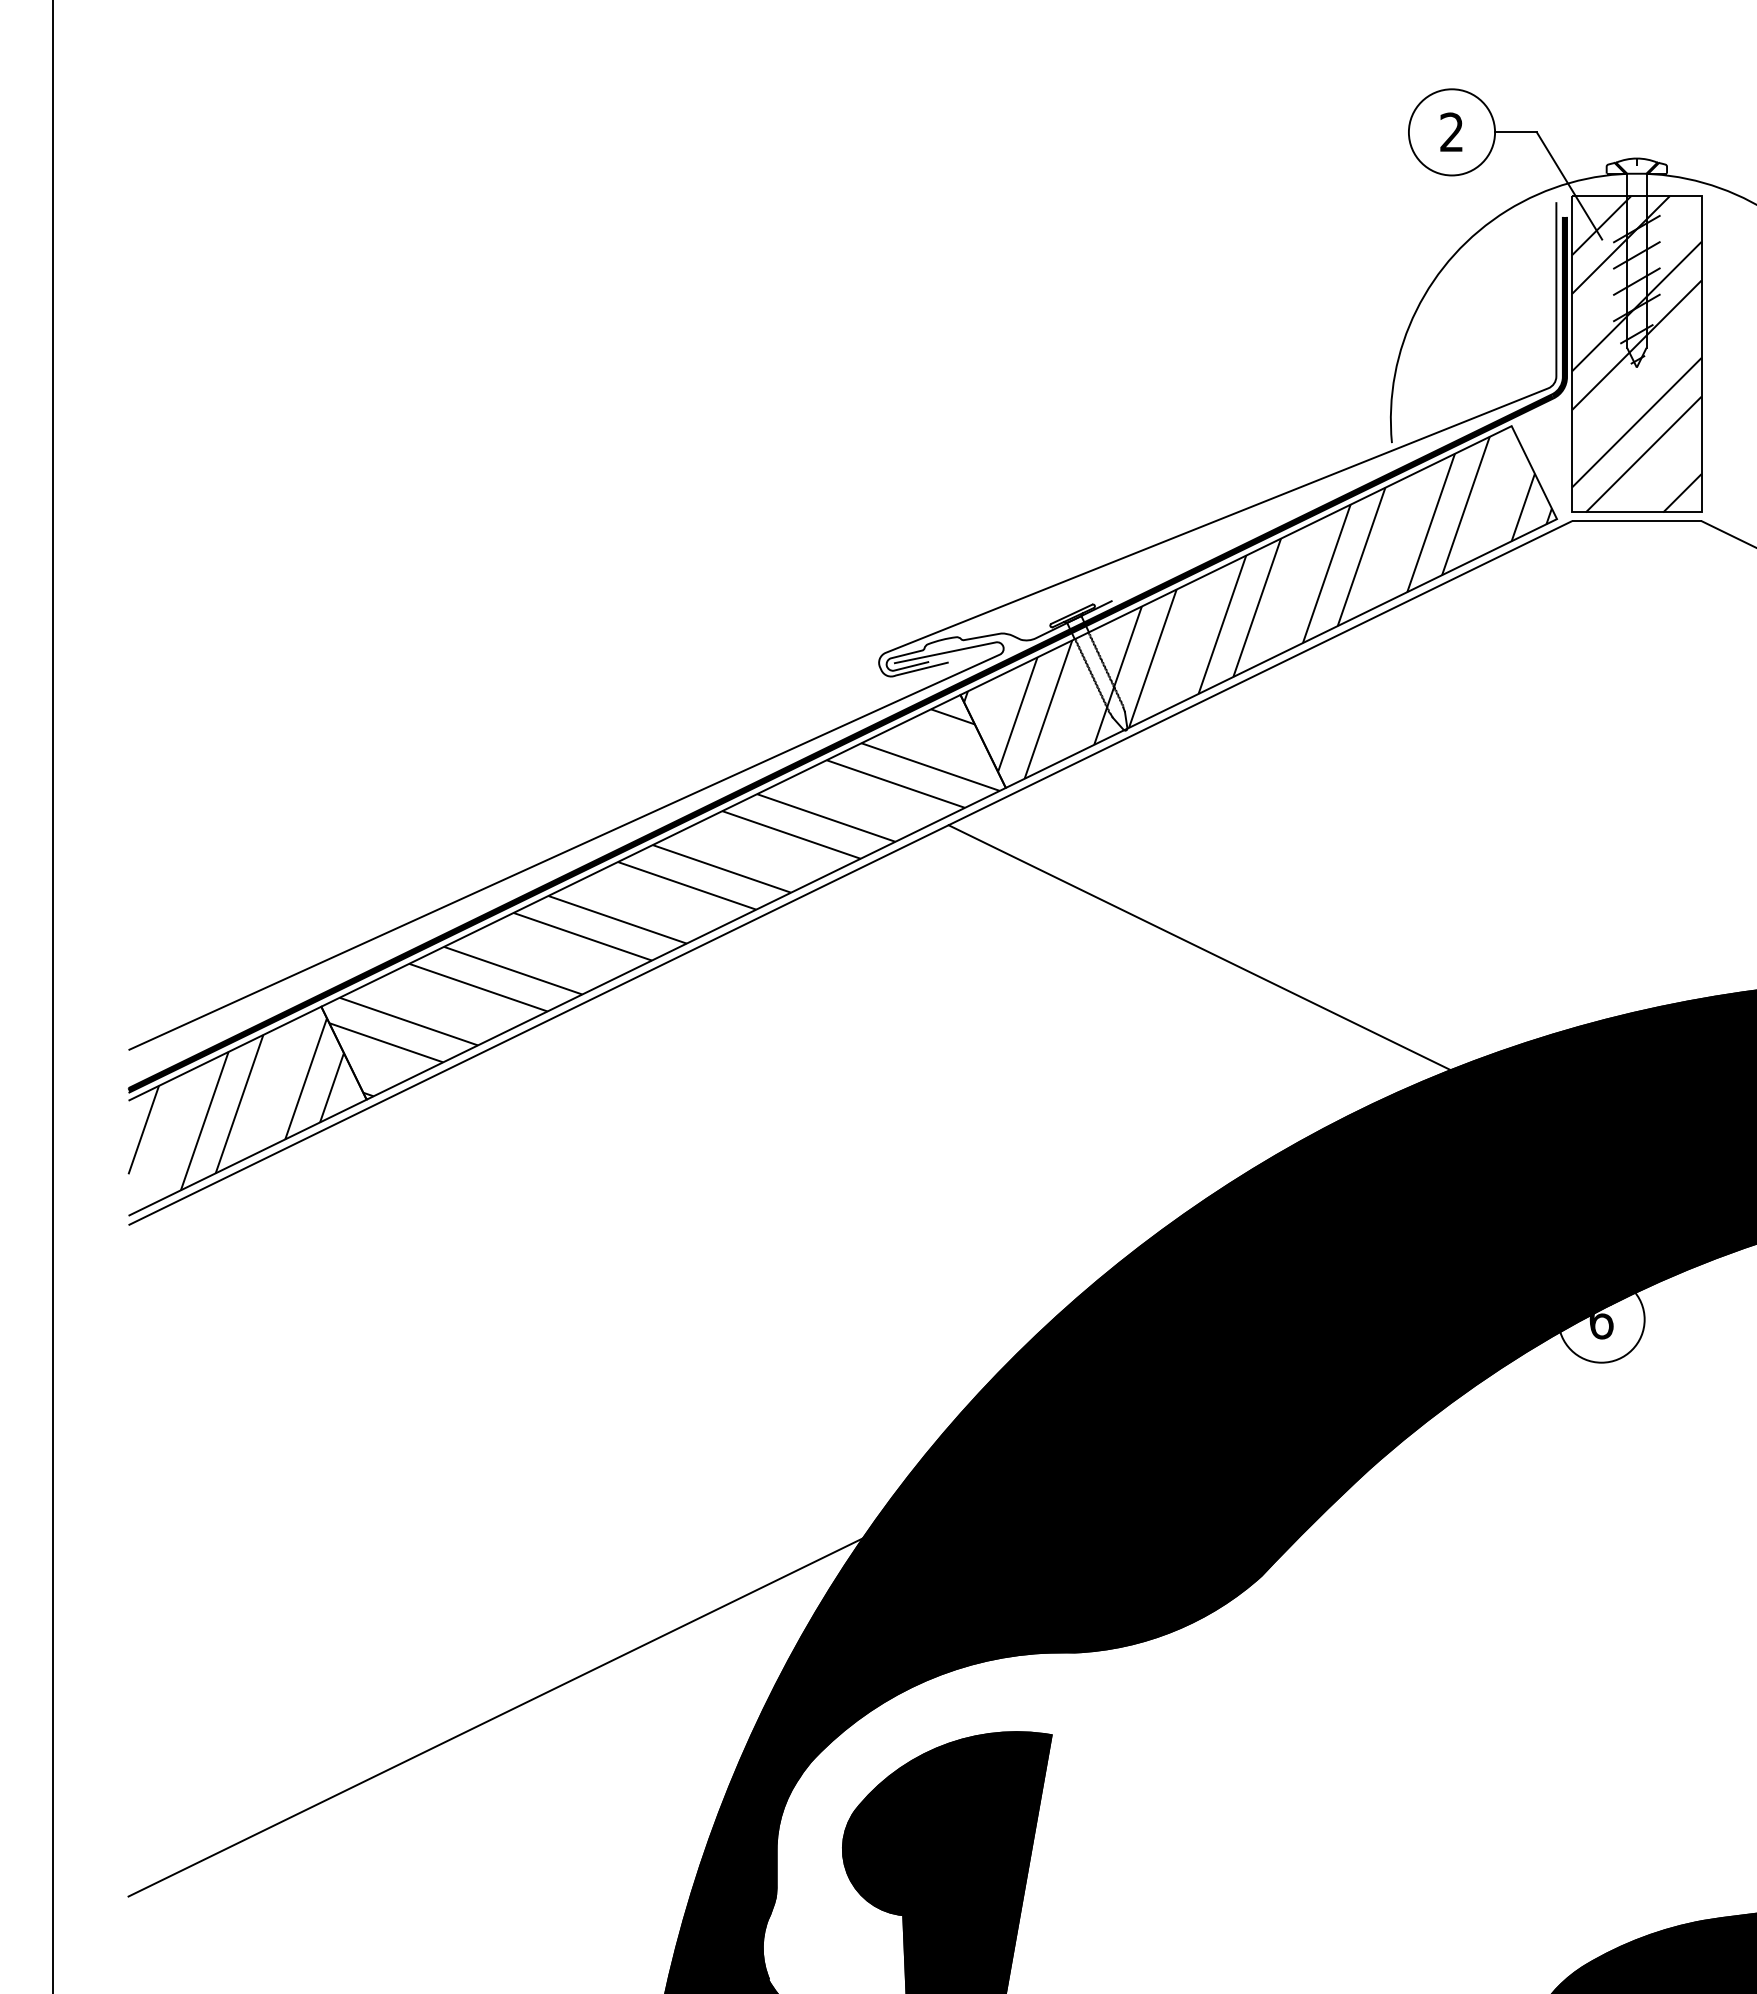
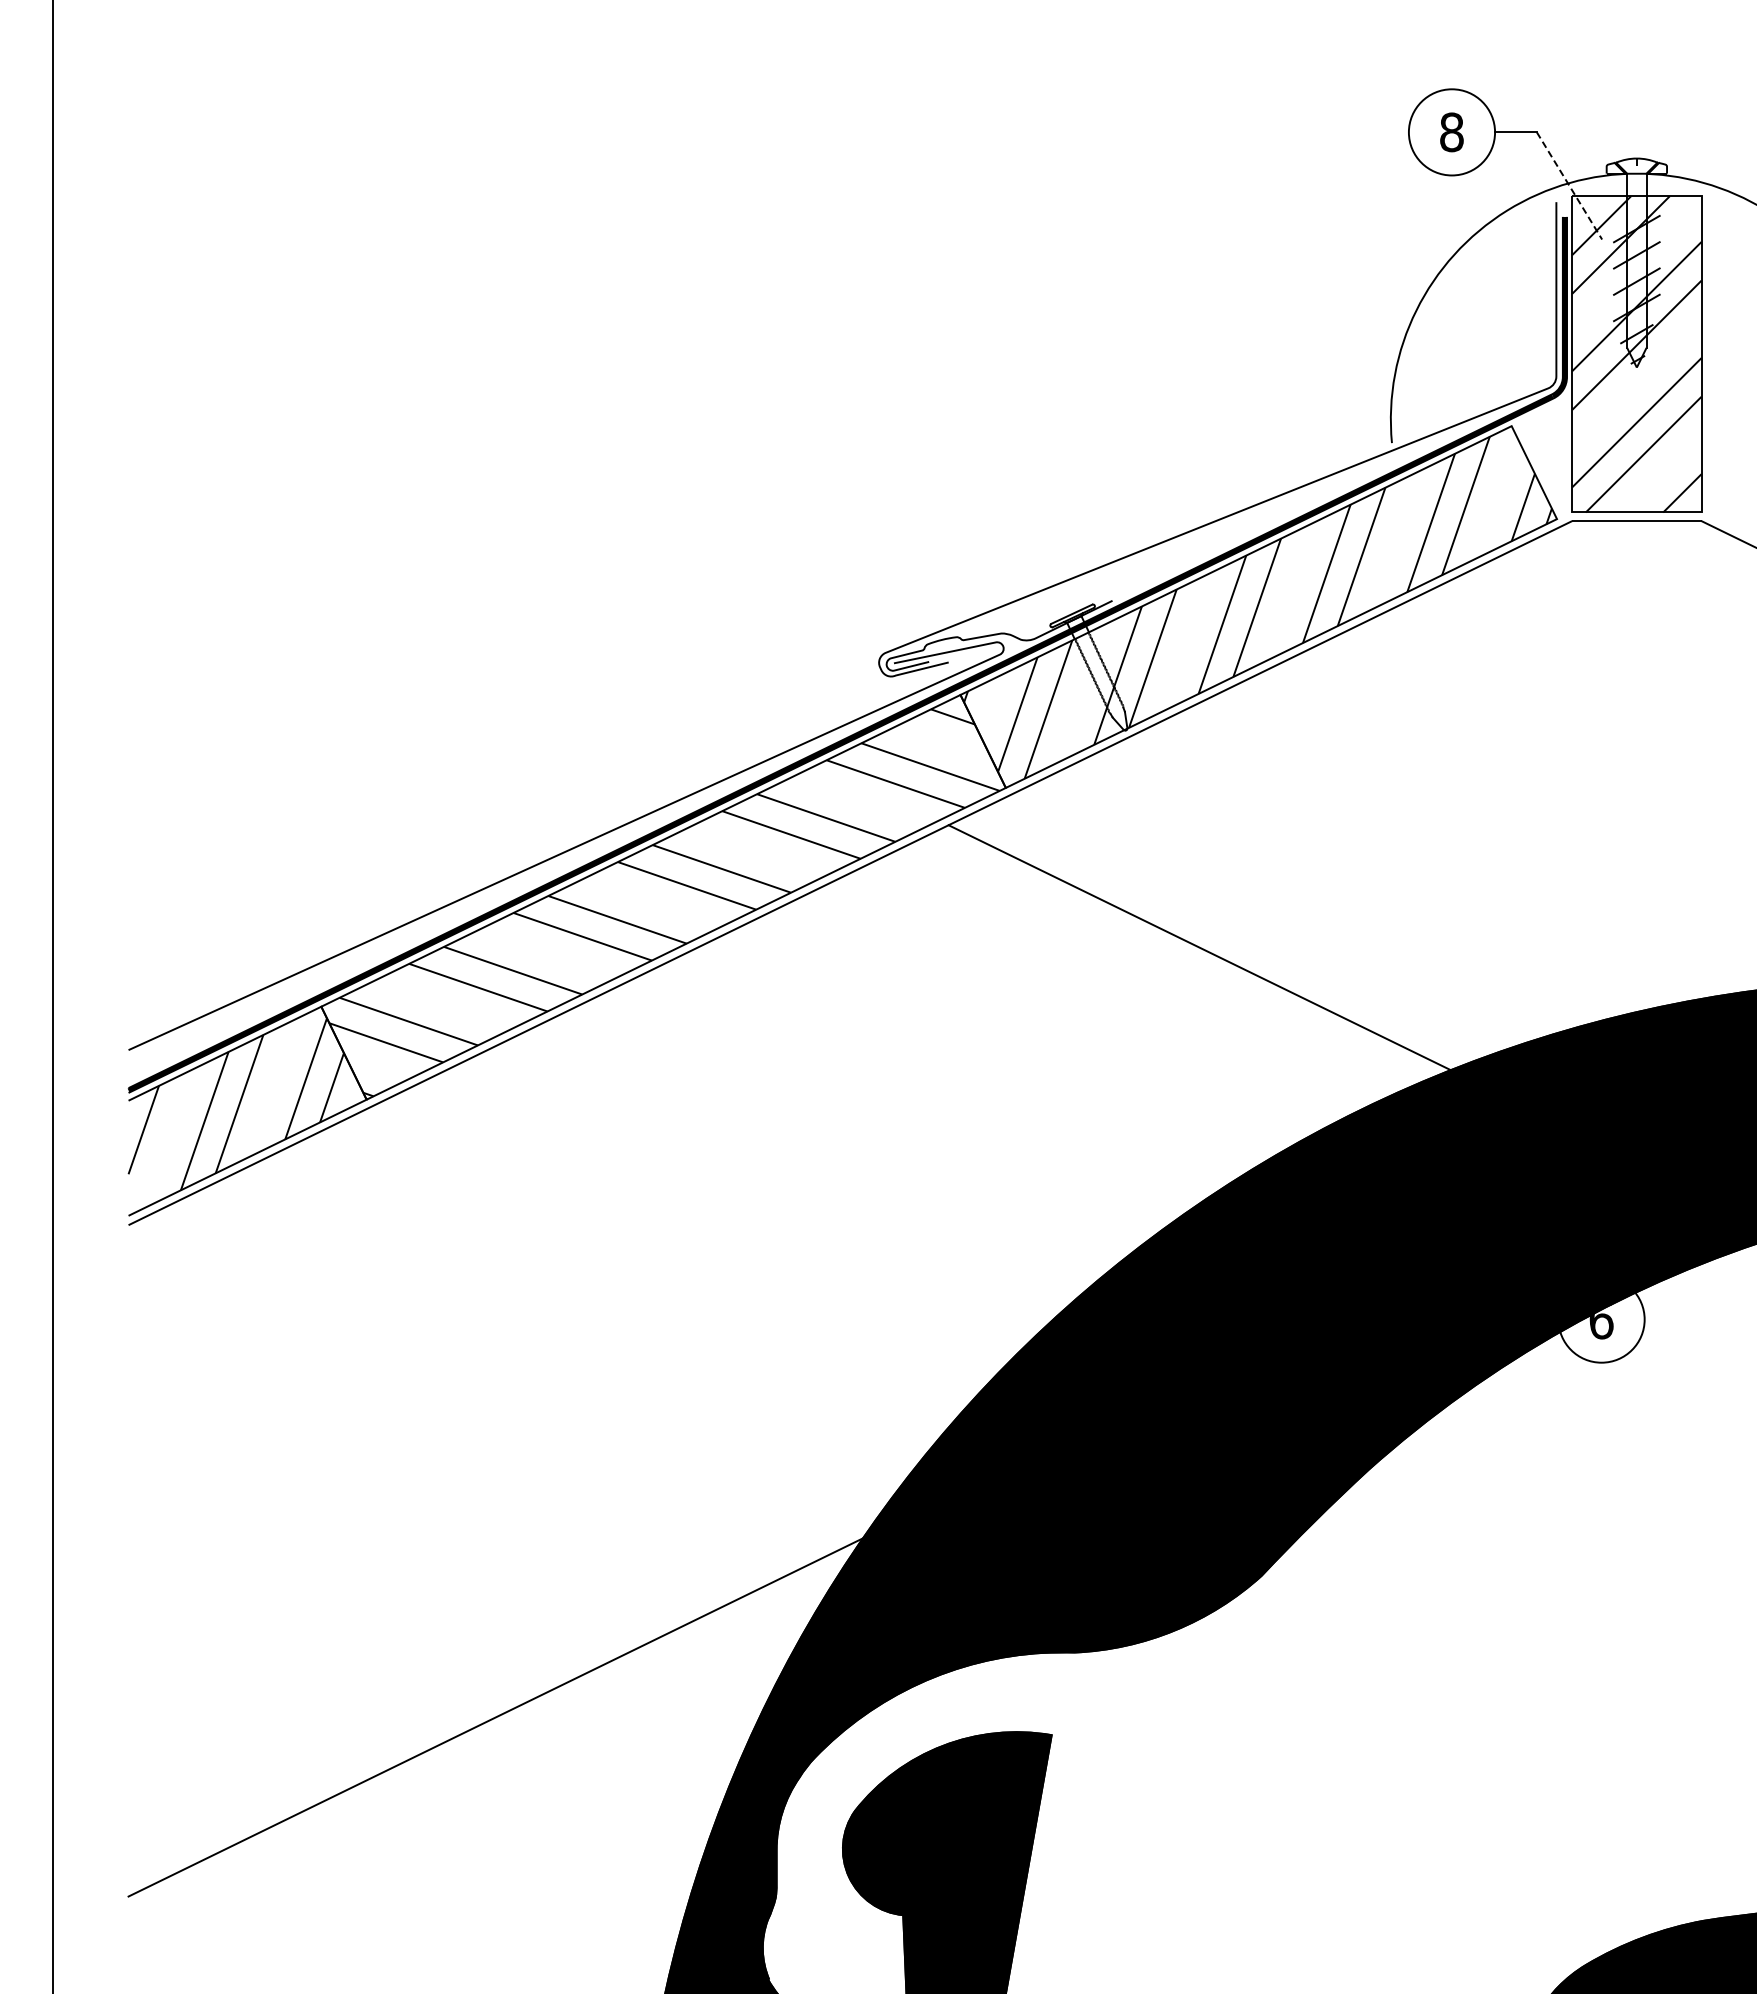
text at (1451, 132): 2 -> 8
line at (1569, 185): solid -> dashed
